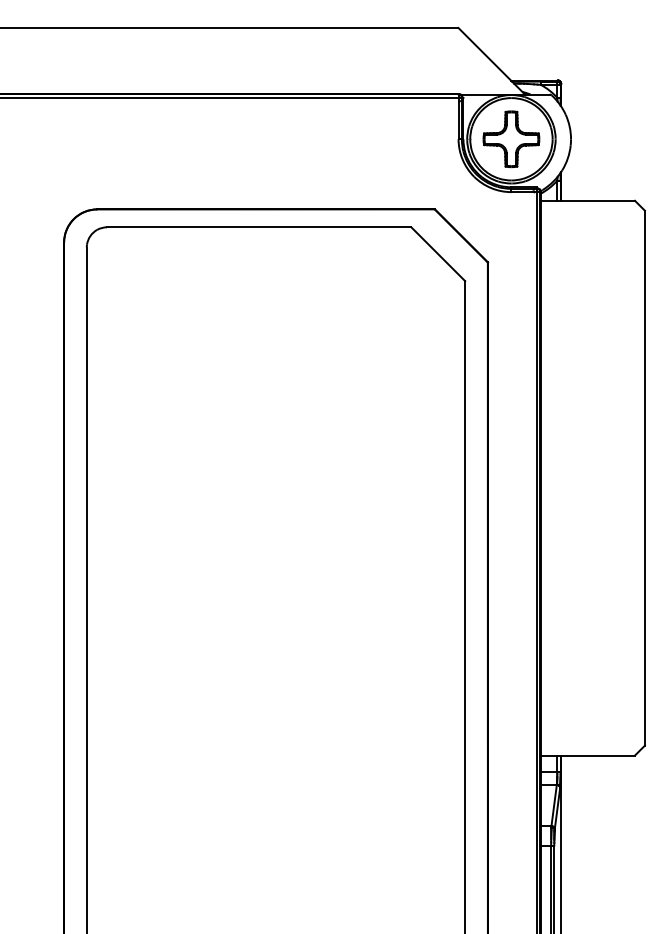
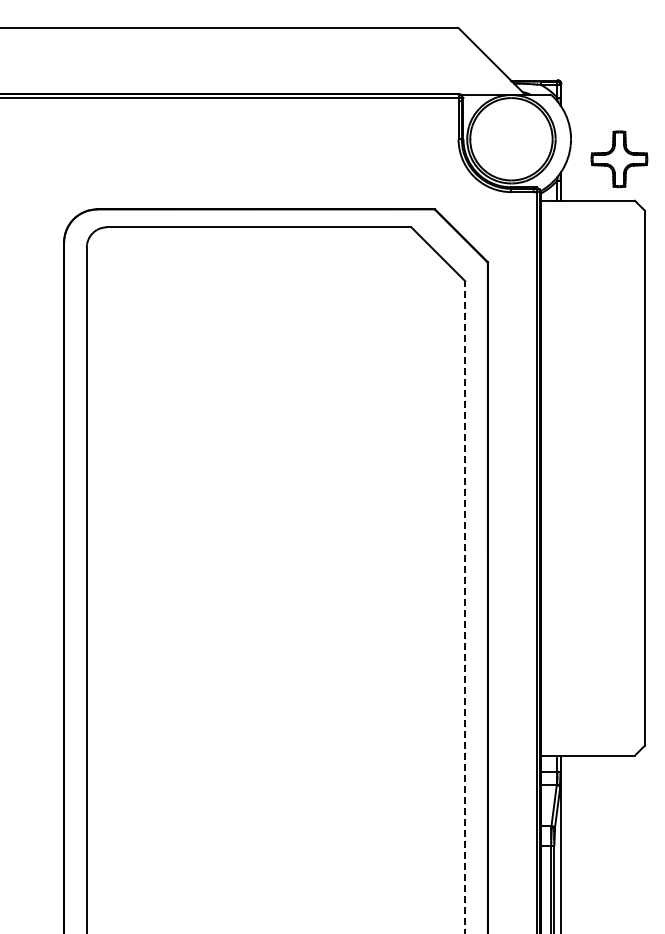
part at (511, 139) position: (511, 139) -> (619, 159)
line at (465, 606): solid -> dashed
